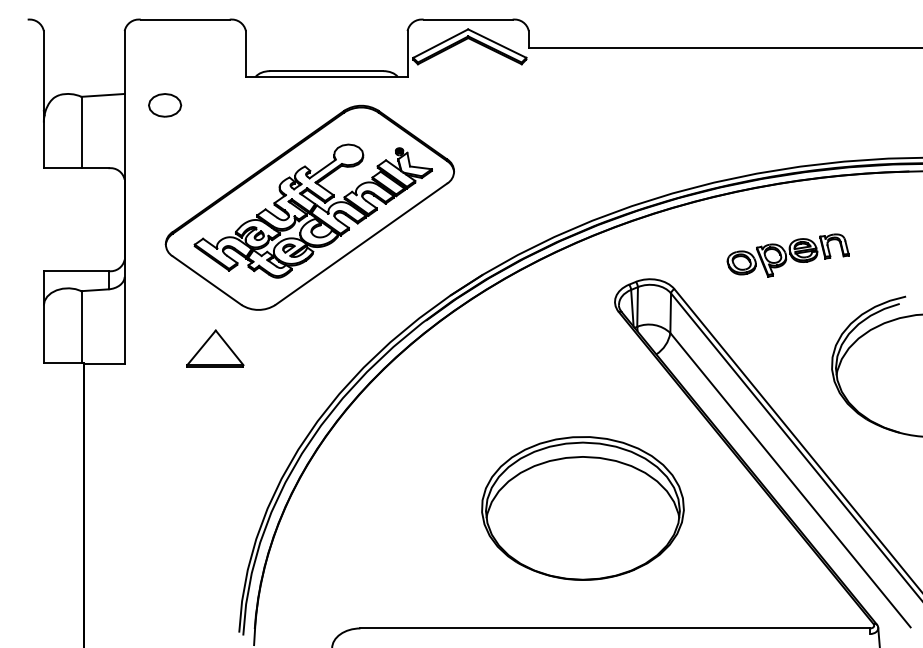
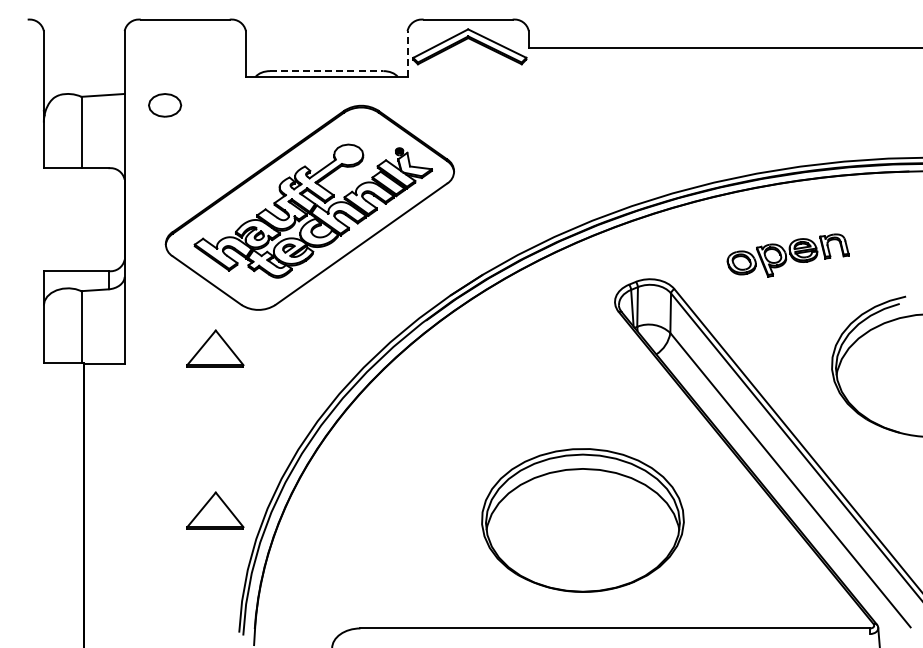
line at (407, 53): solid -> dashed
line at (326, 71): solid -> dashed
part at (582, 508) position: (582, 508) -> (582, 520)
part at (215, 510): none -> present
